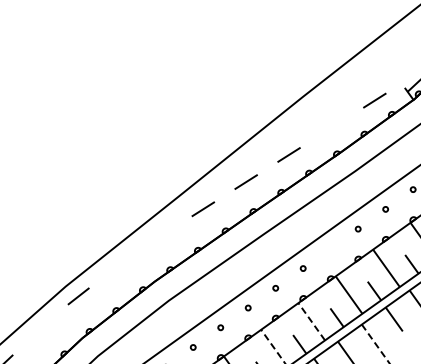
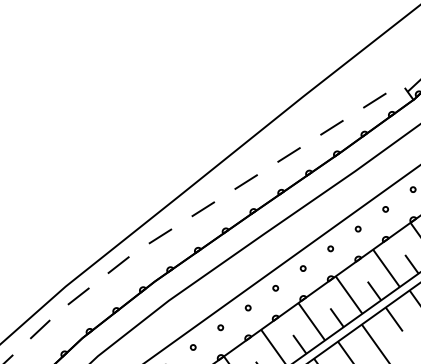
line at (331, 127): none -> present
line at (160, 236): none -> present
part at (330, 248): none -> present
line at (118, 264): none -> present
line at (311, 321): dashed -> solid
line at (40, 329): none -> present
line at (375, 344): dashed -> solid
line at (273, 346): dashed -> solid
